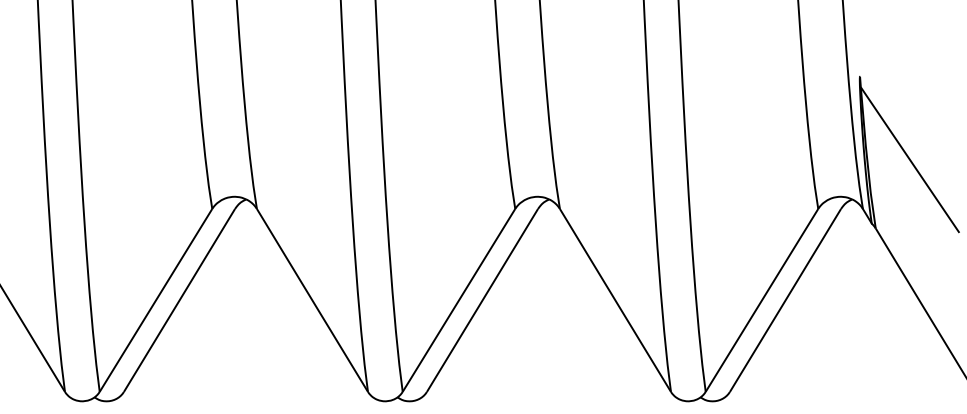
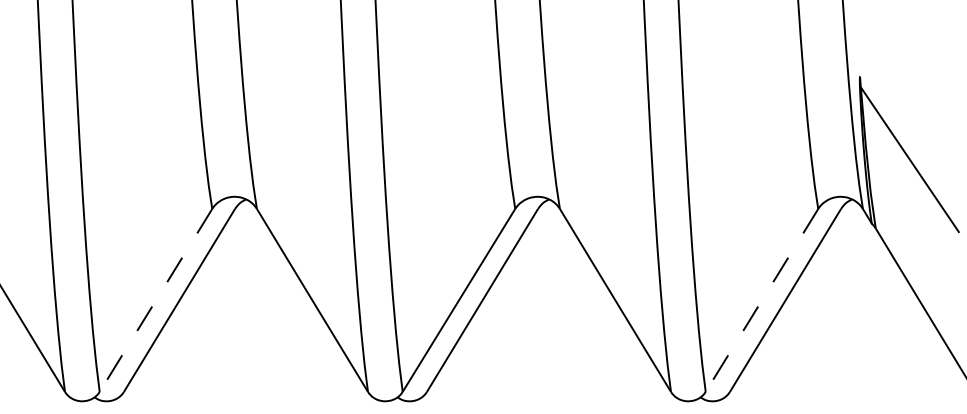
line at (155, 300): solid -> dashed
line at (761, 300): solid -> dashed
